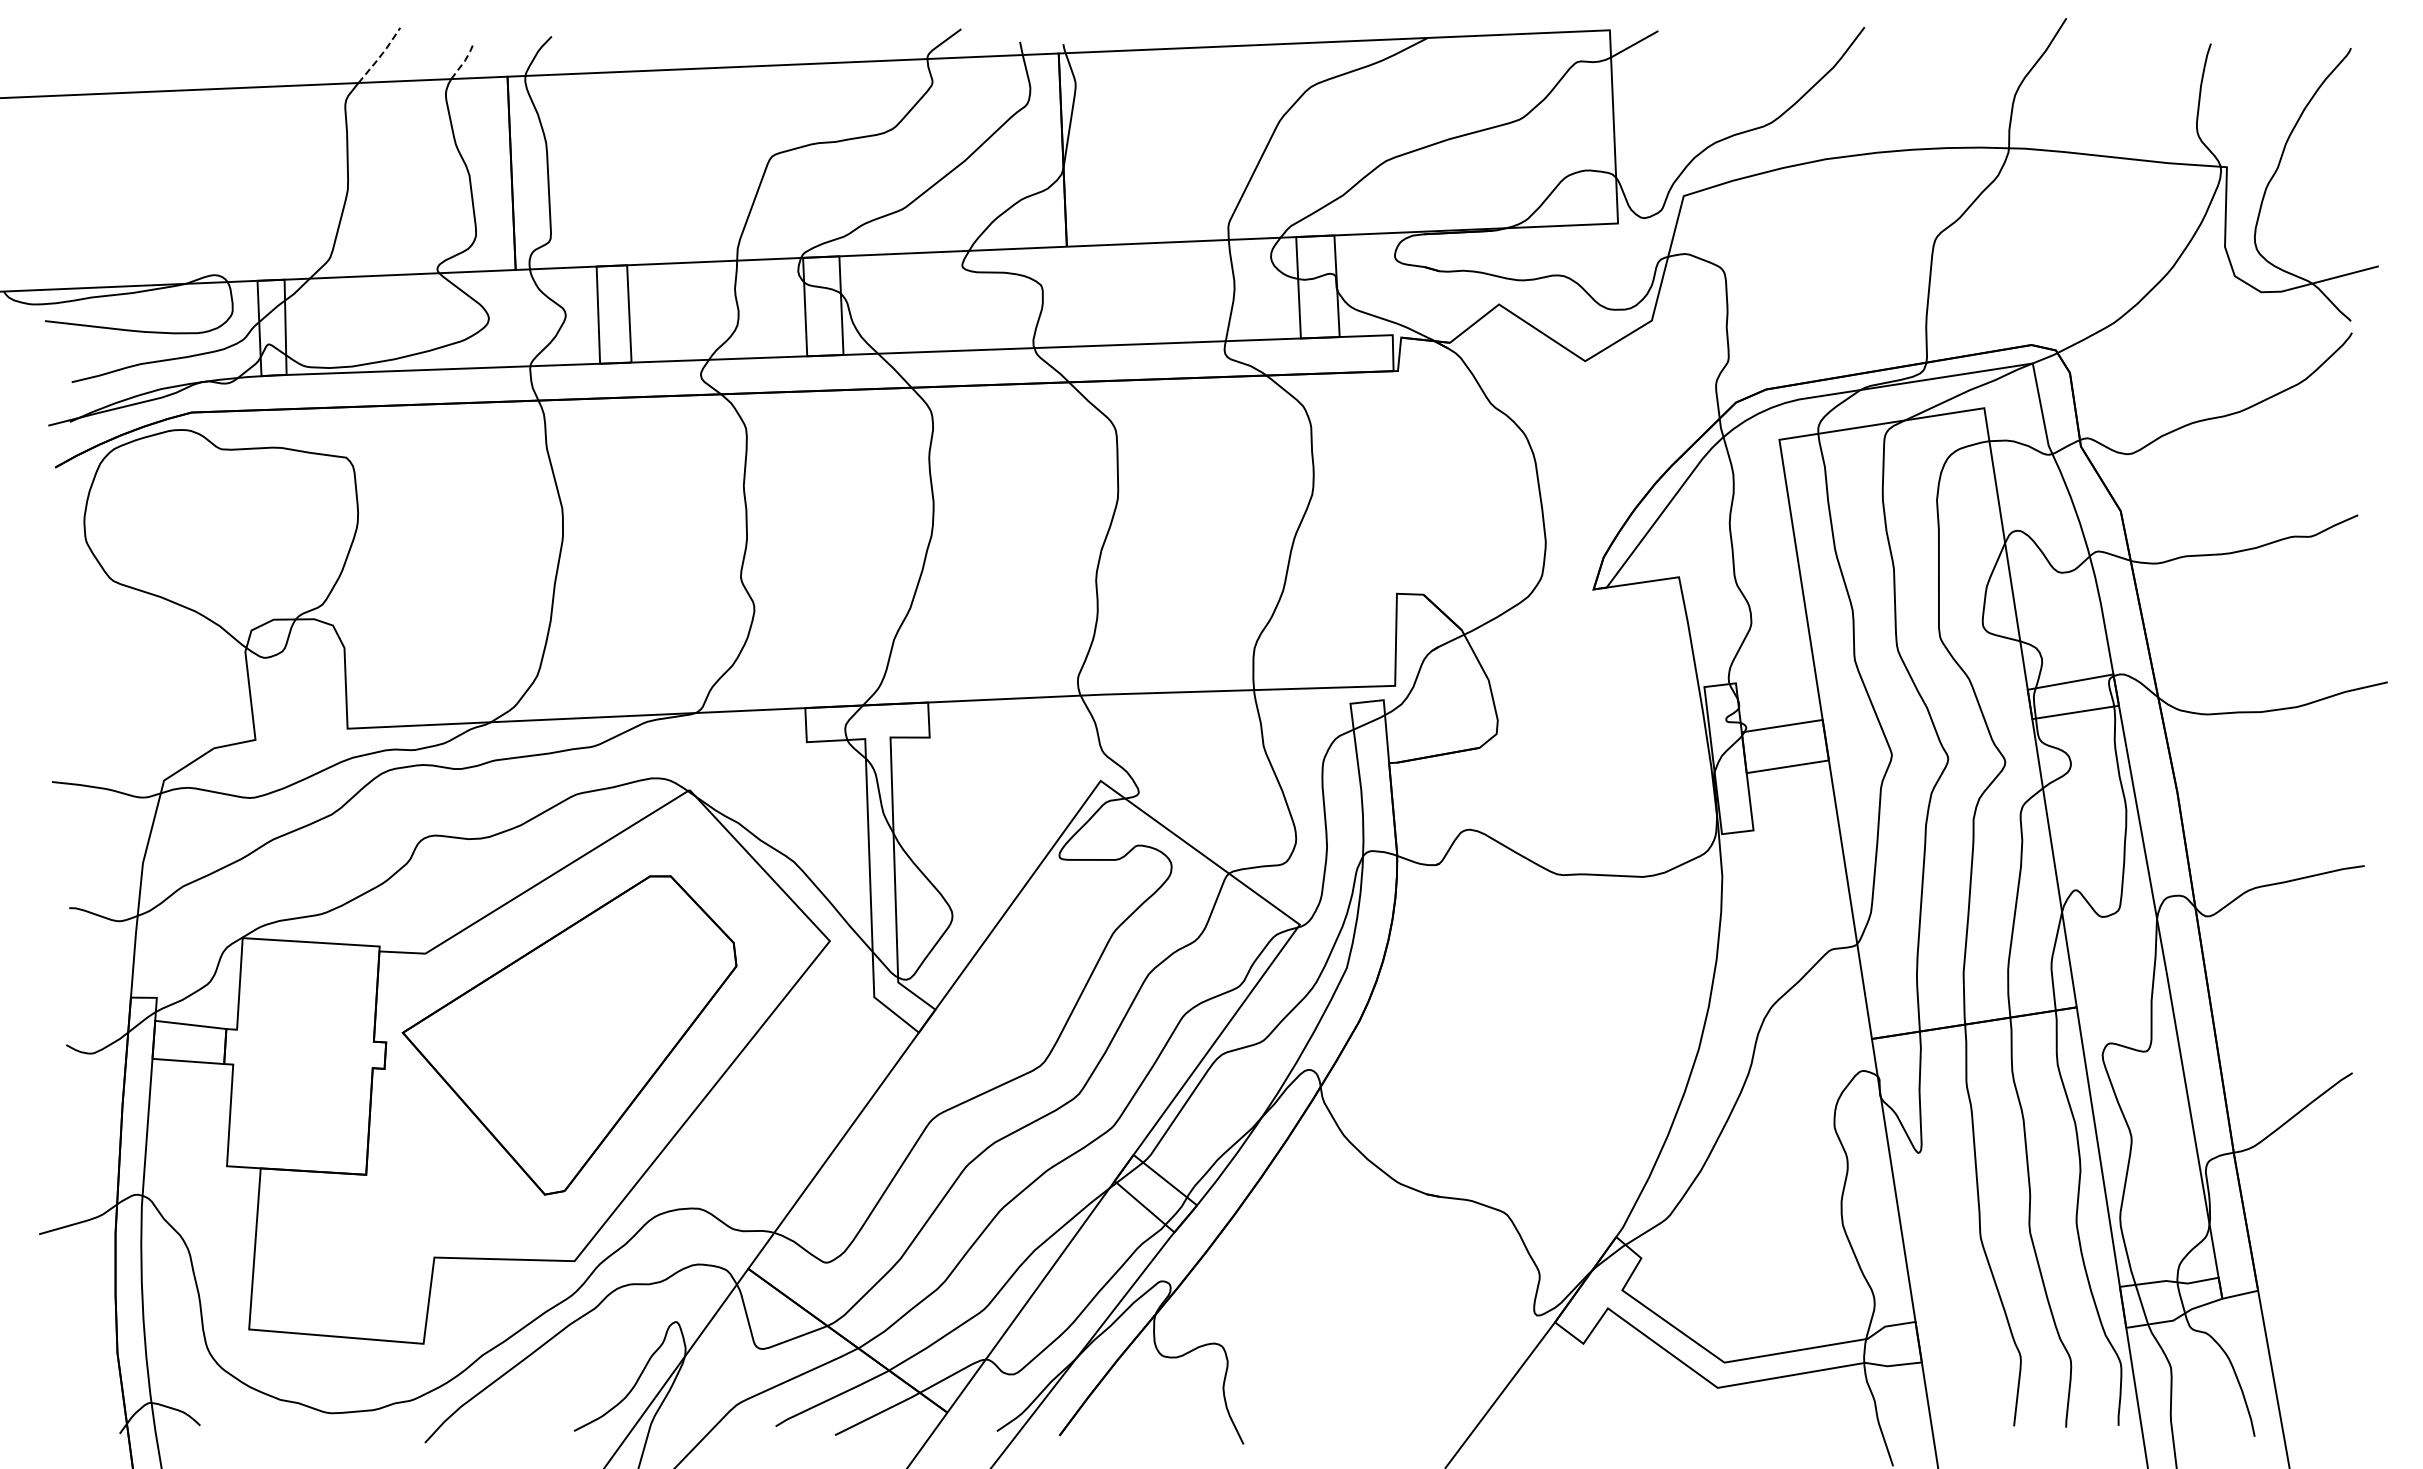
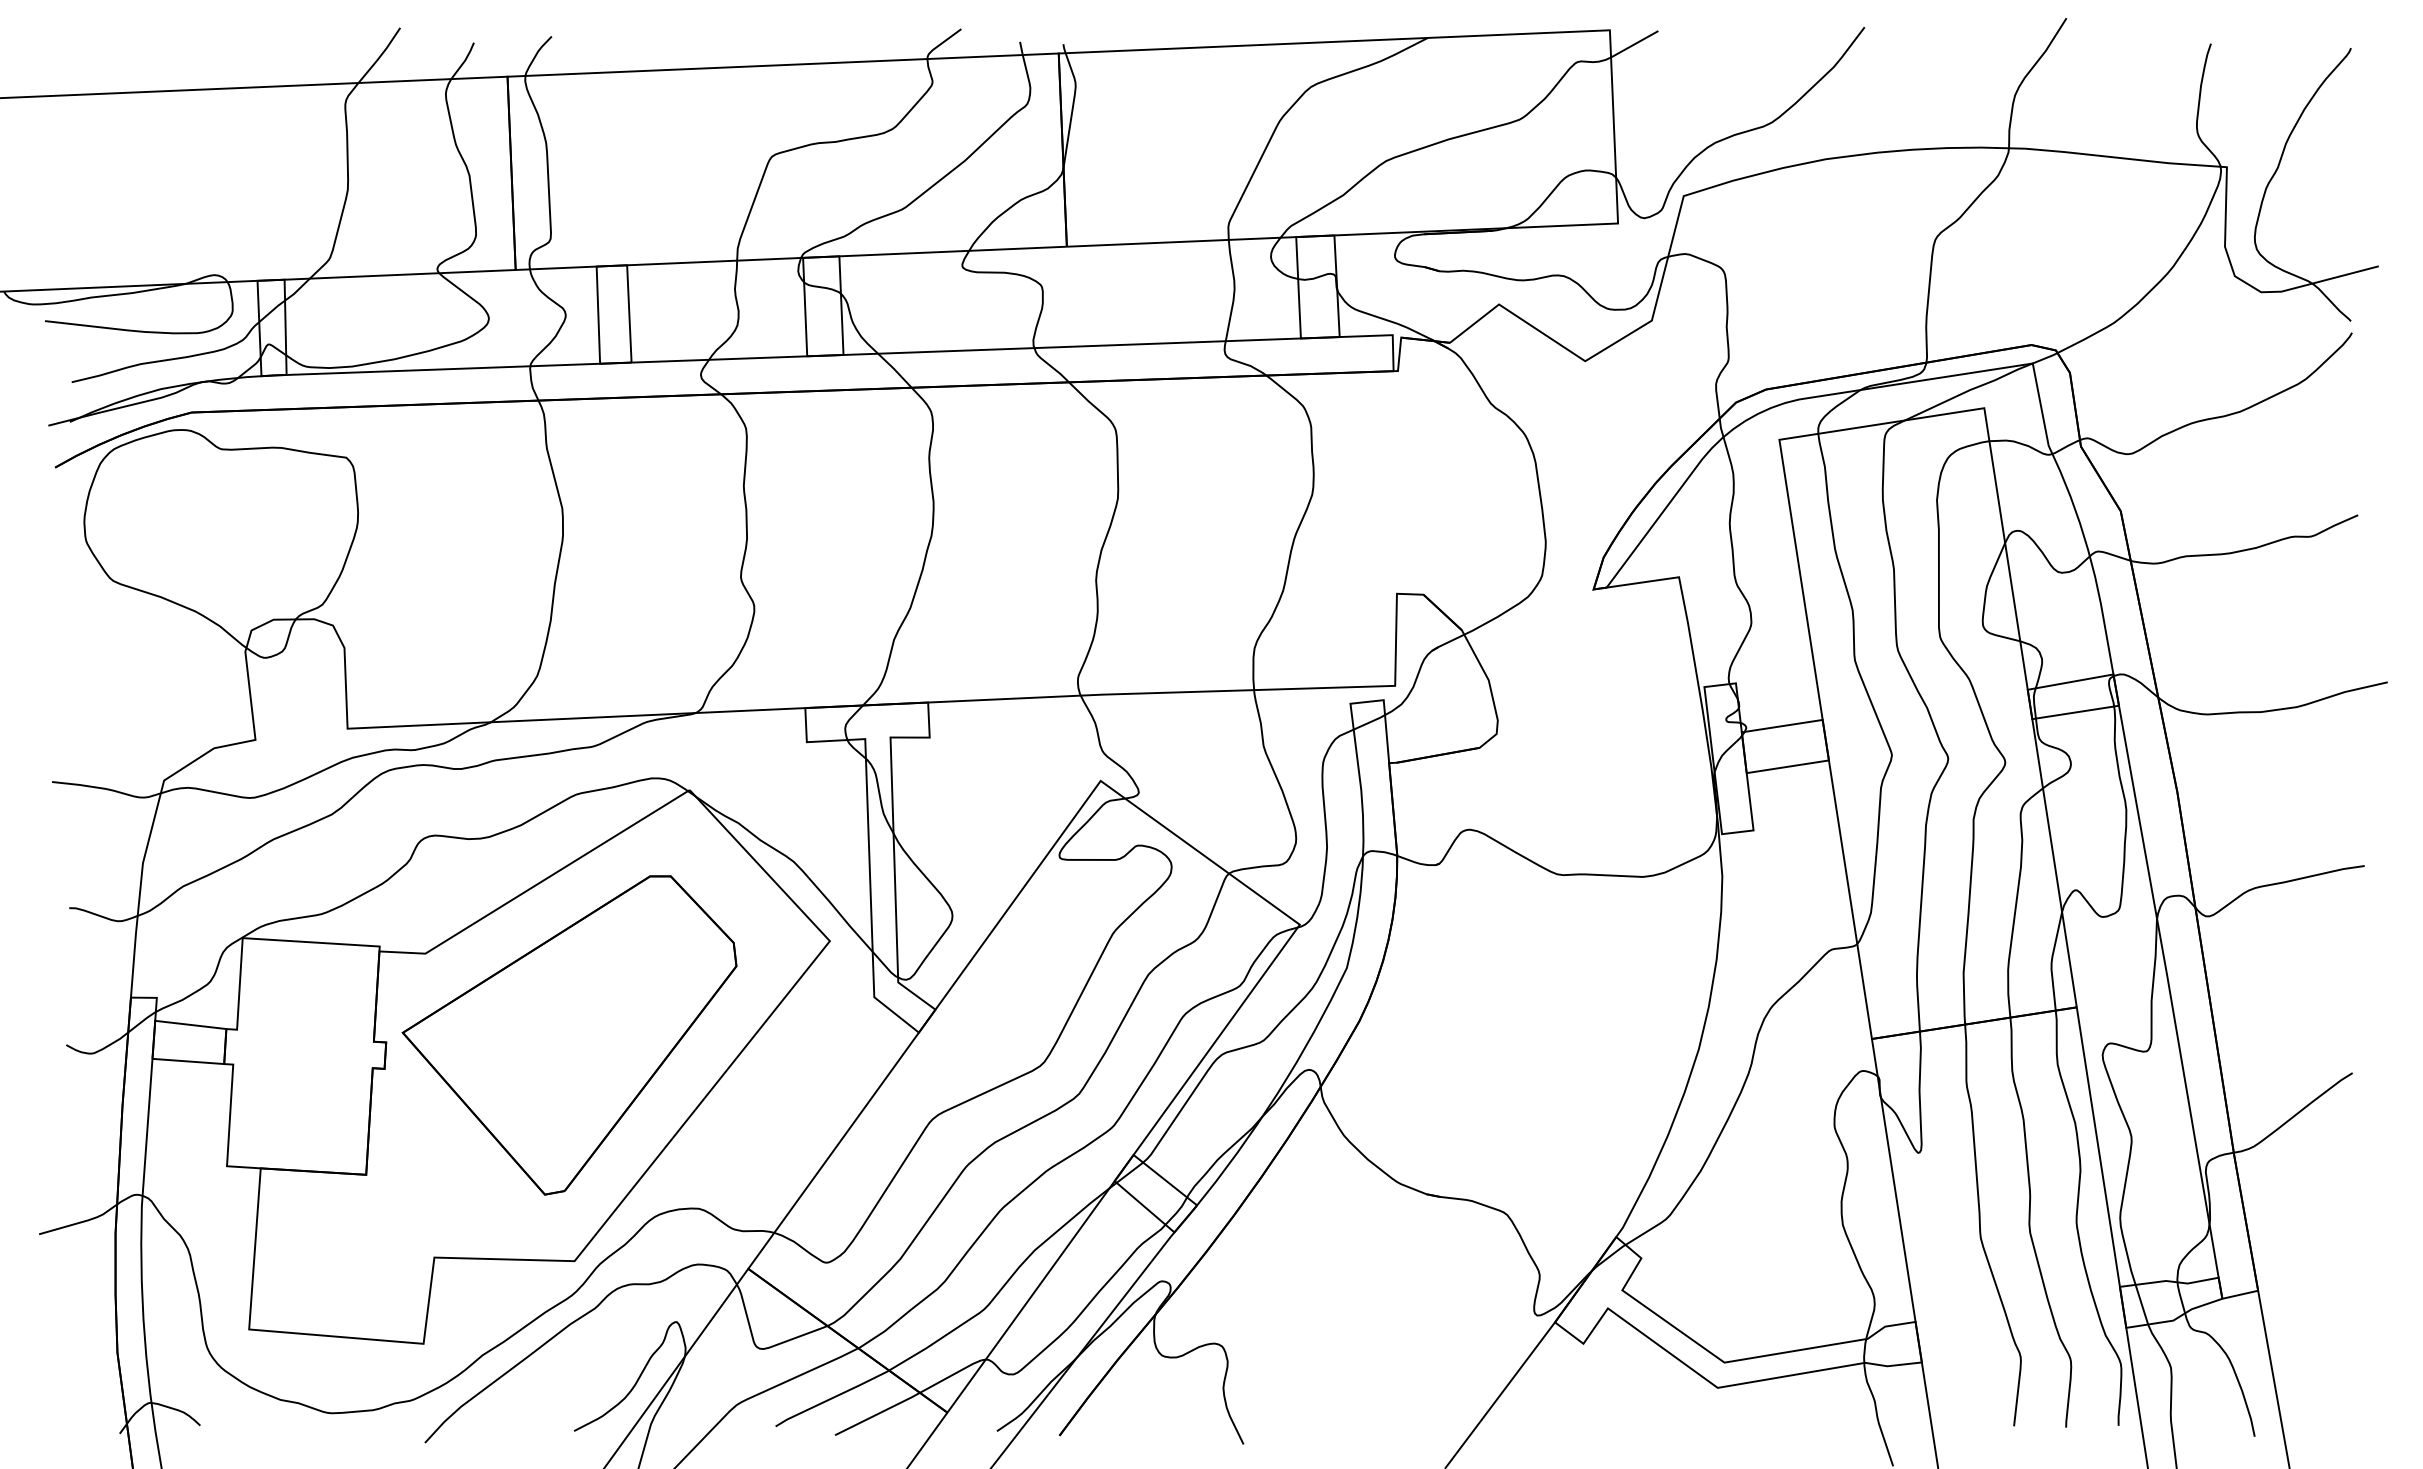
line at (380, 55): dashed -> solid
line at (465, 60): dashed -> solid
